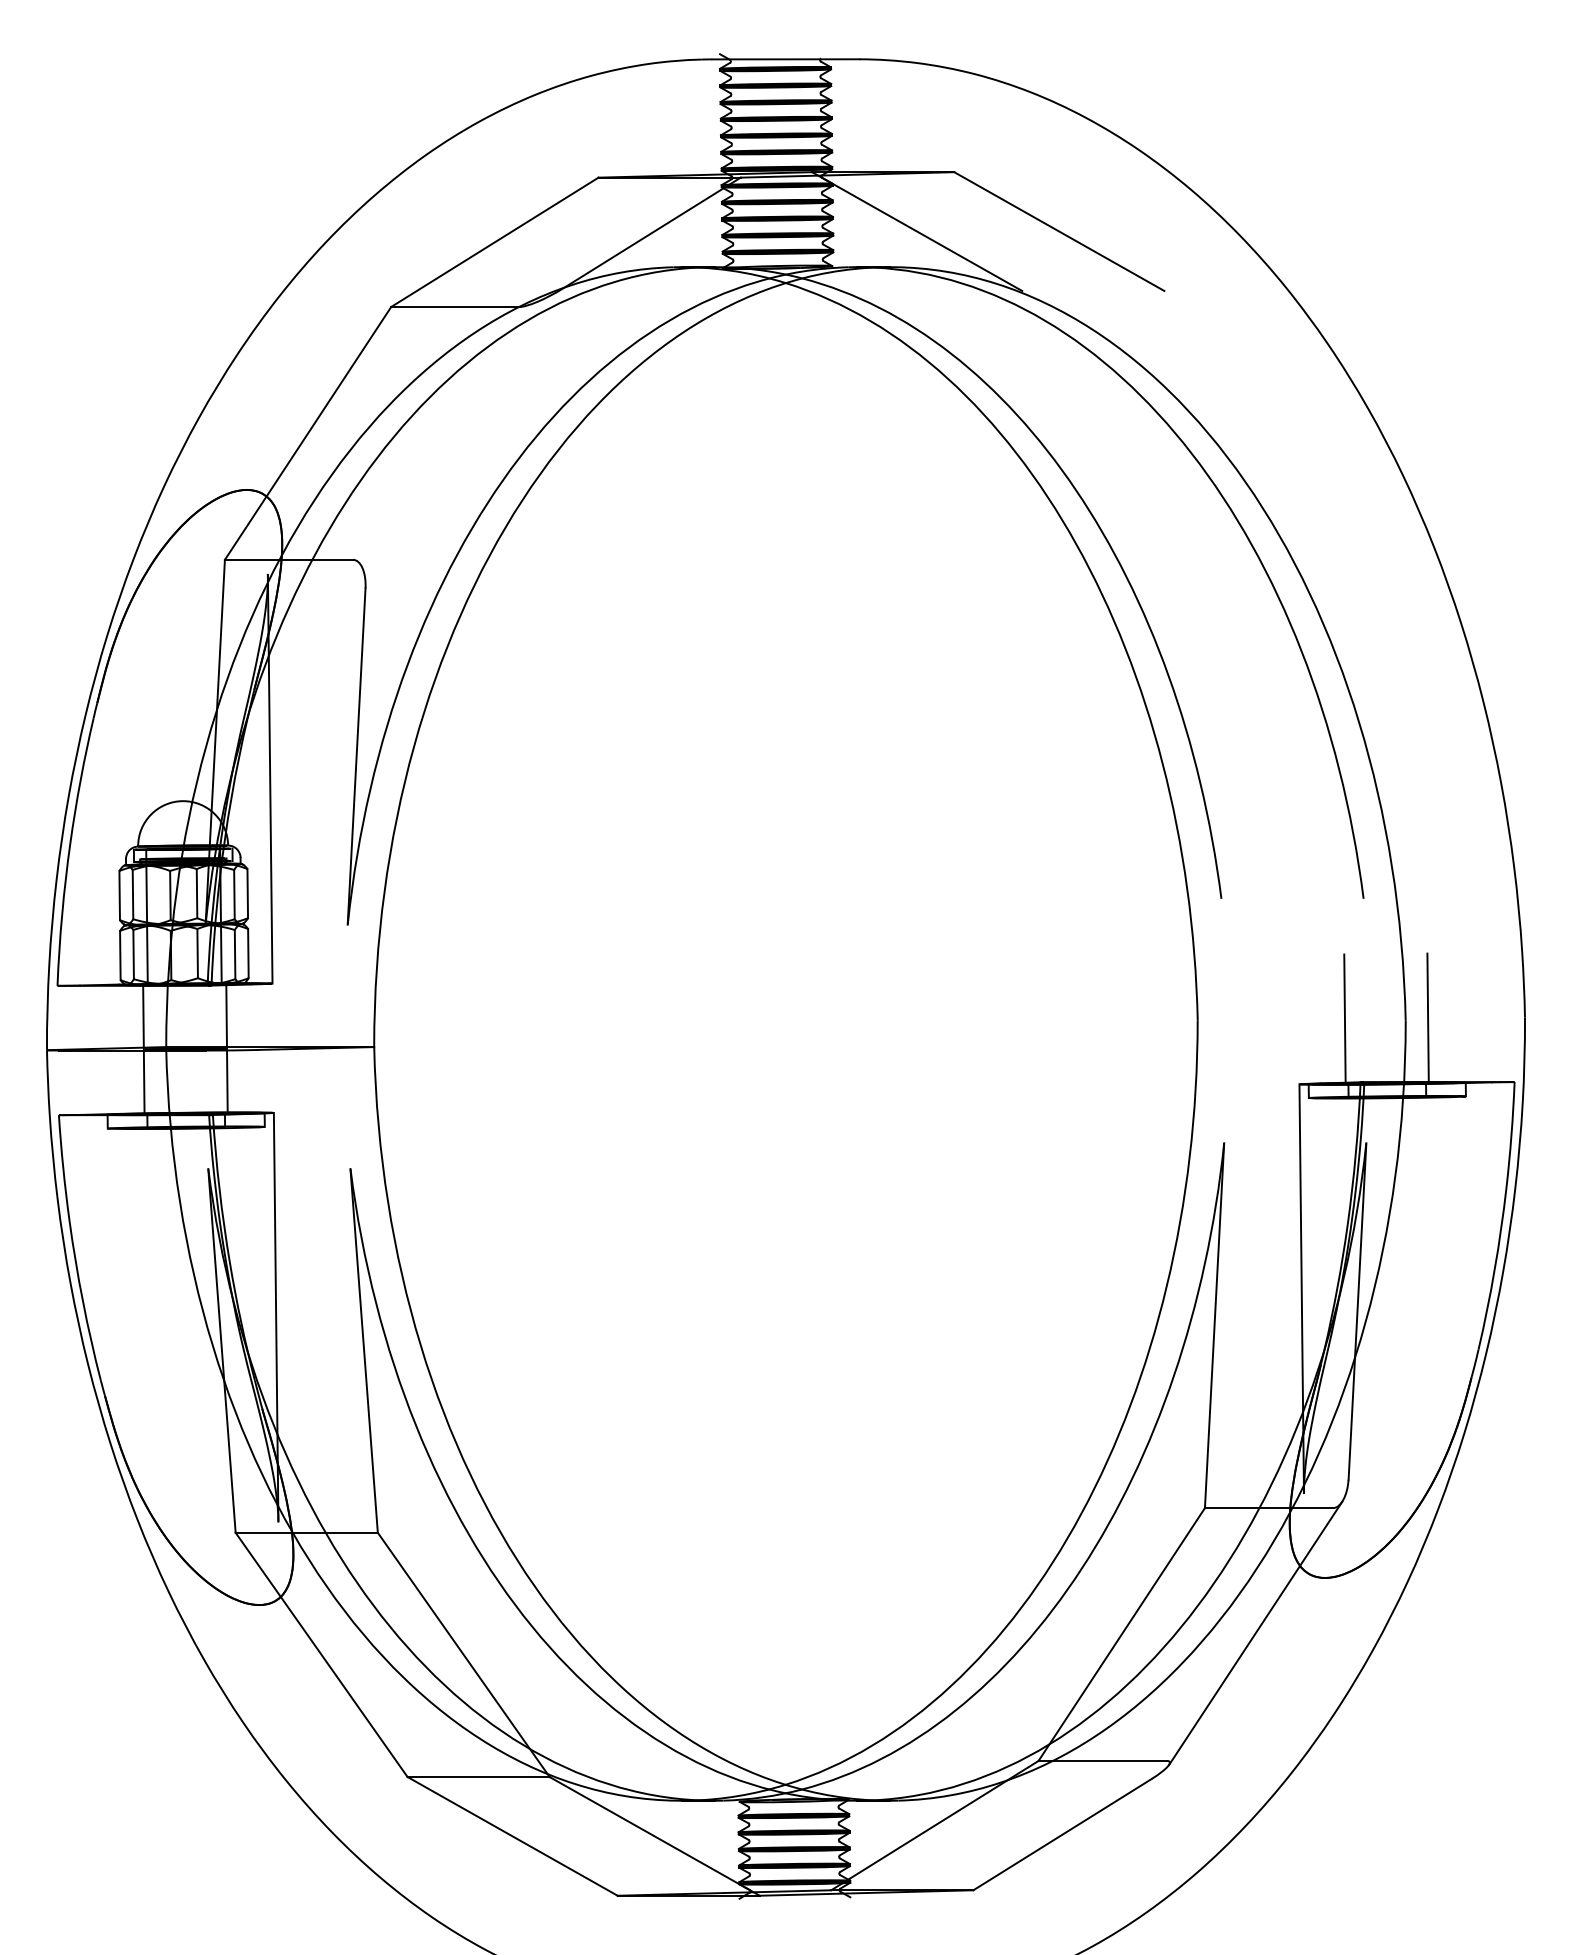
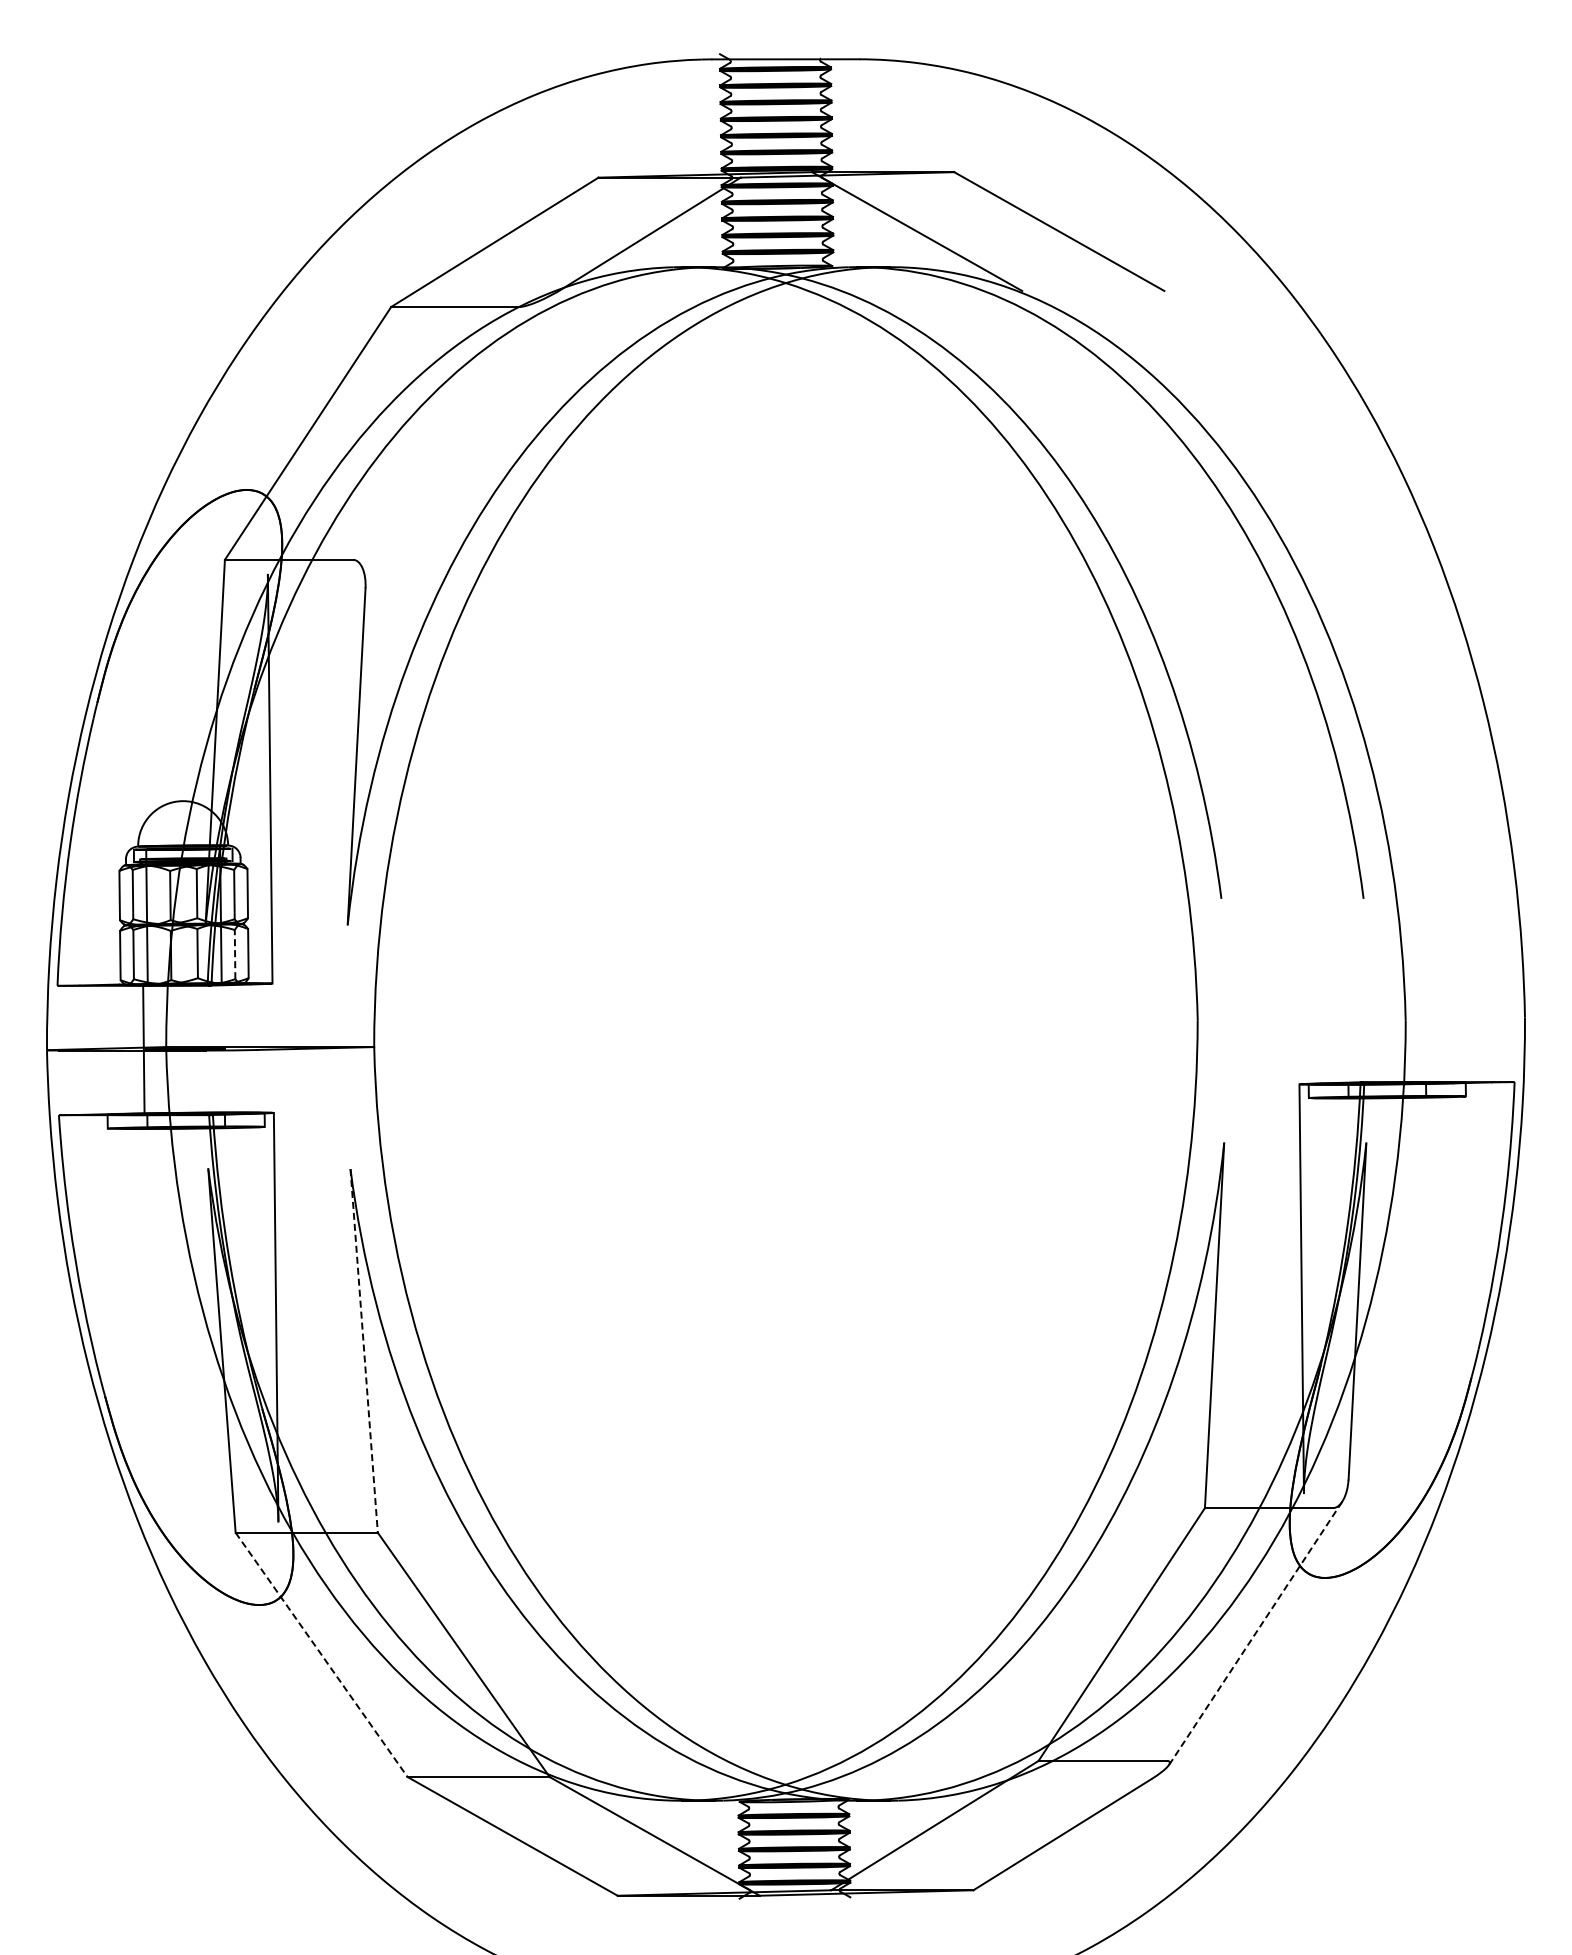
line at (235, 954): solid -> dashed
line at (1427, 1017): present -> none
line at (1344, 1018): present -> none
line at (226, 1048): present -> none
line at (364, 1351): solid -> dashed
line at (1255, 1633): solid -> dashed
line at (321, 1655): solid -> dashed
